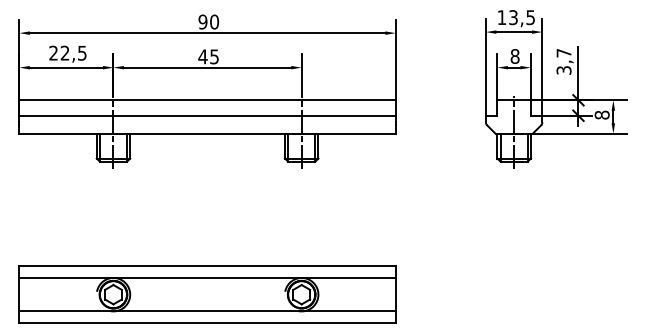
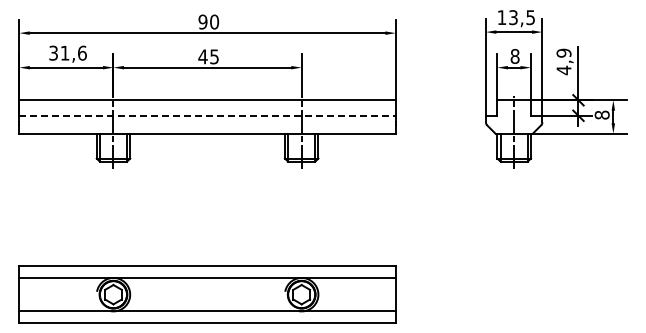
text at (67, 52): 22,5 -> 31,6
text at (563, 61): 3,7 -> 4,9
line at (208, 115): solid -> dashed
